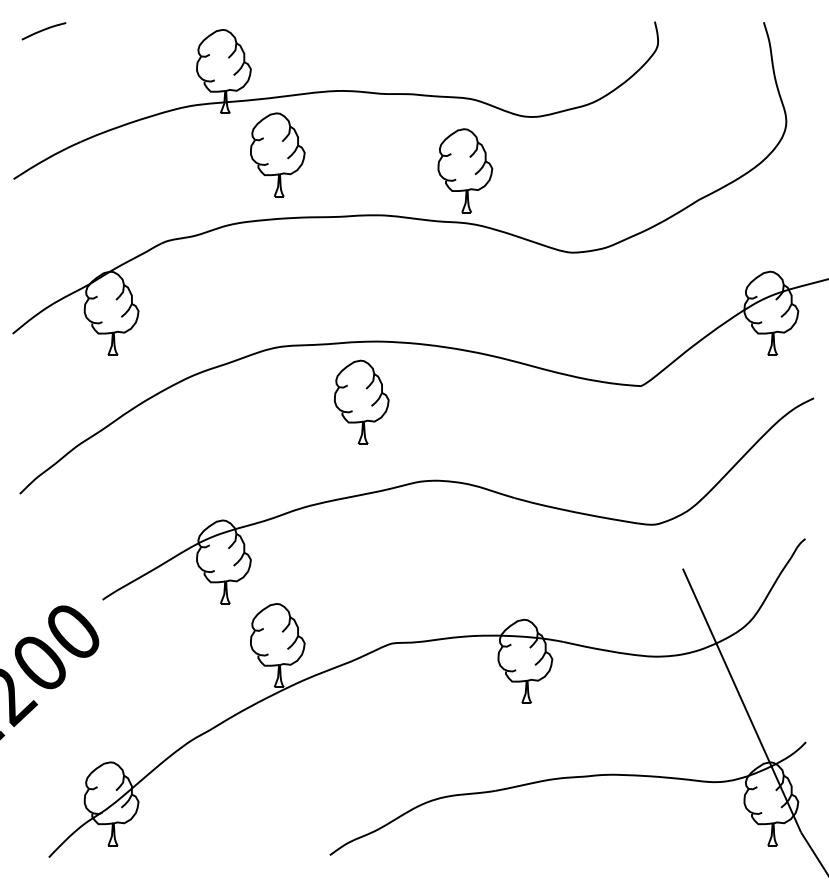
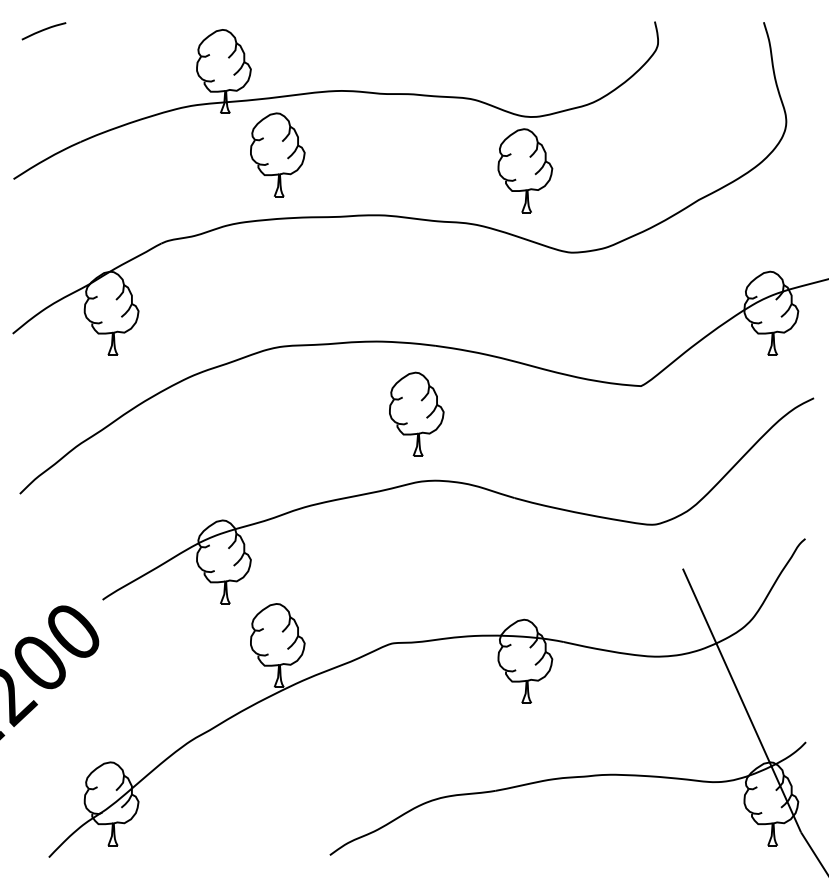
part at (465, 170) position: (465, 170) -> (525, 170)
part at (361, 401) position: (361, 401) -> (416, 413)
